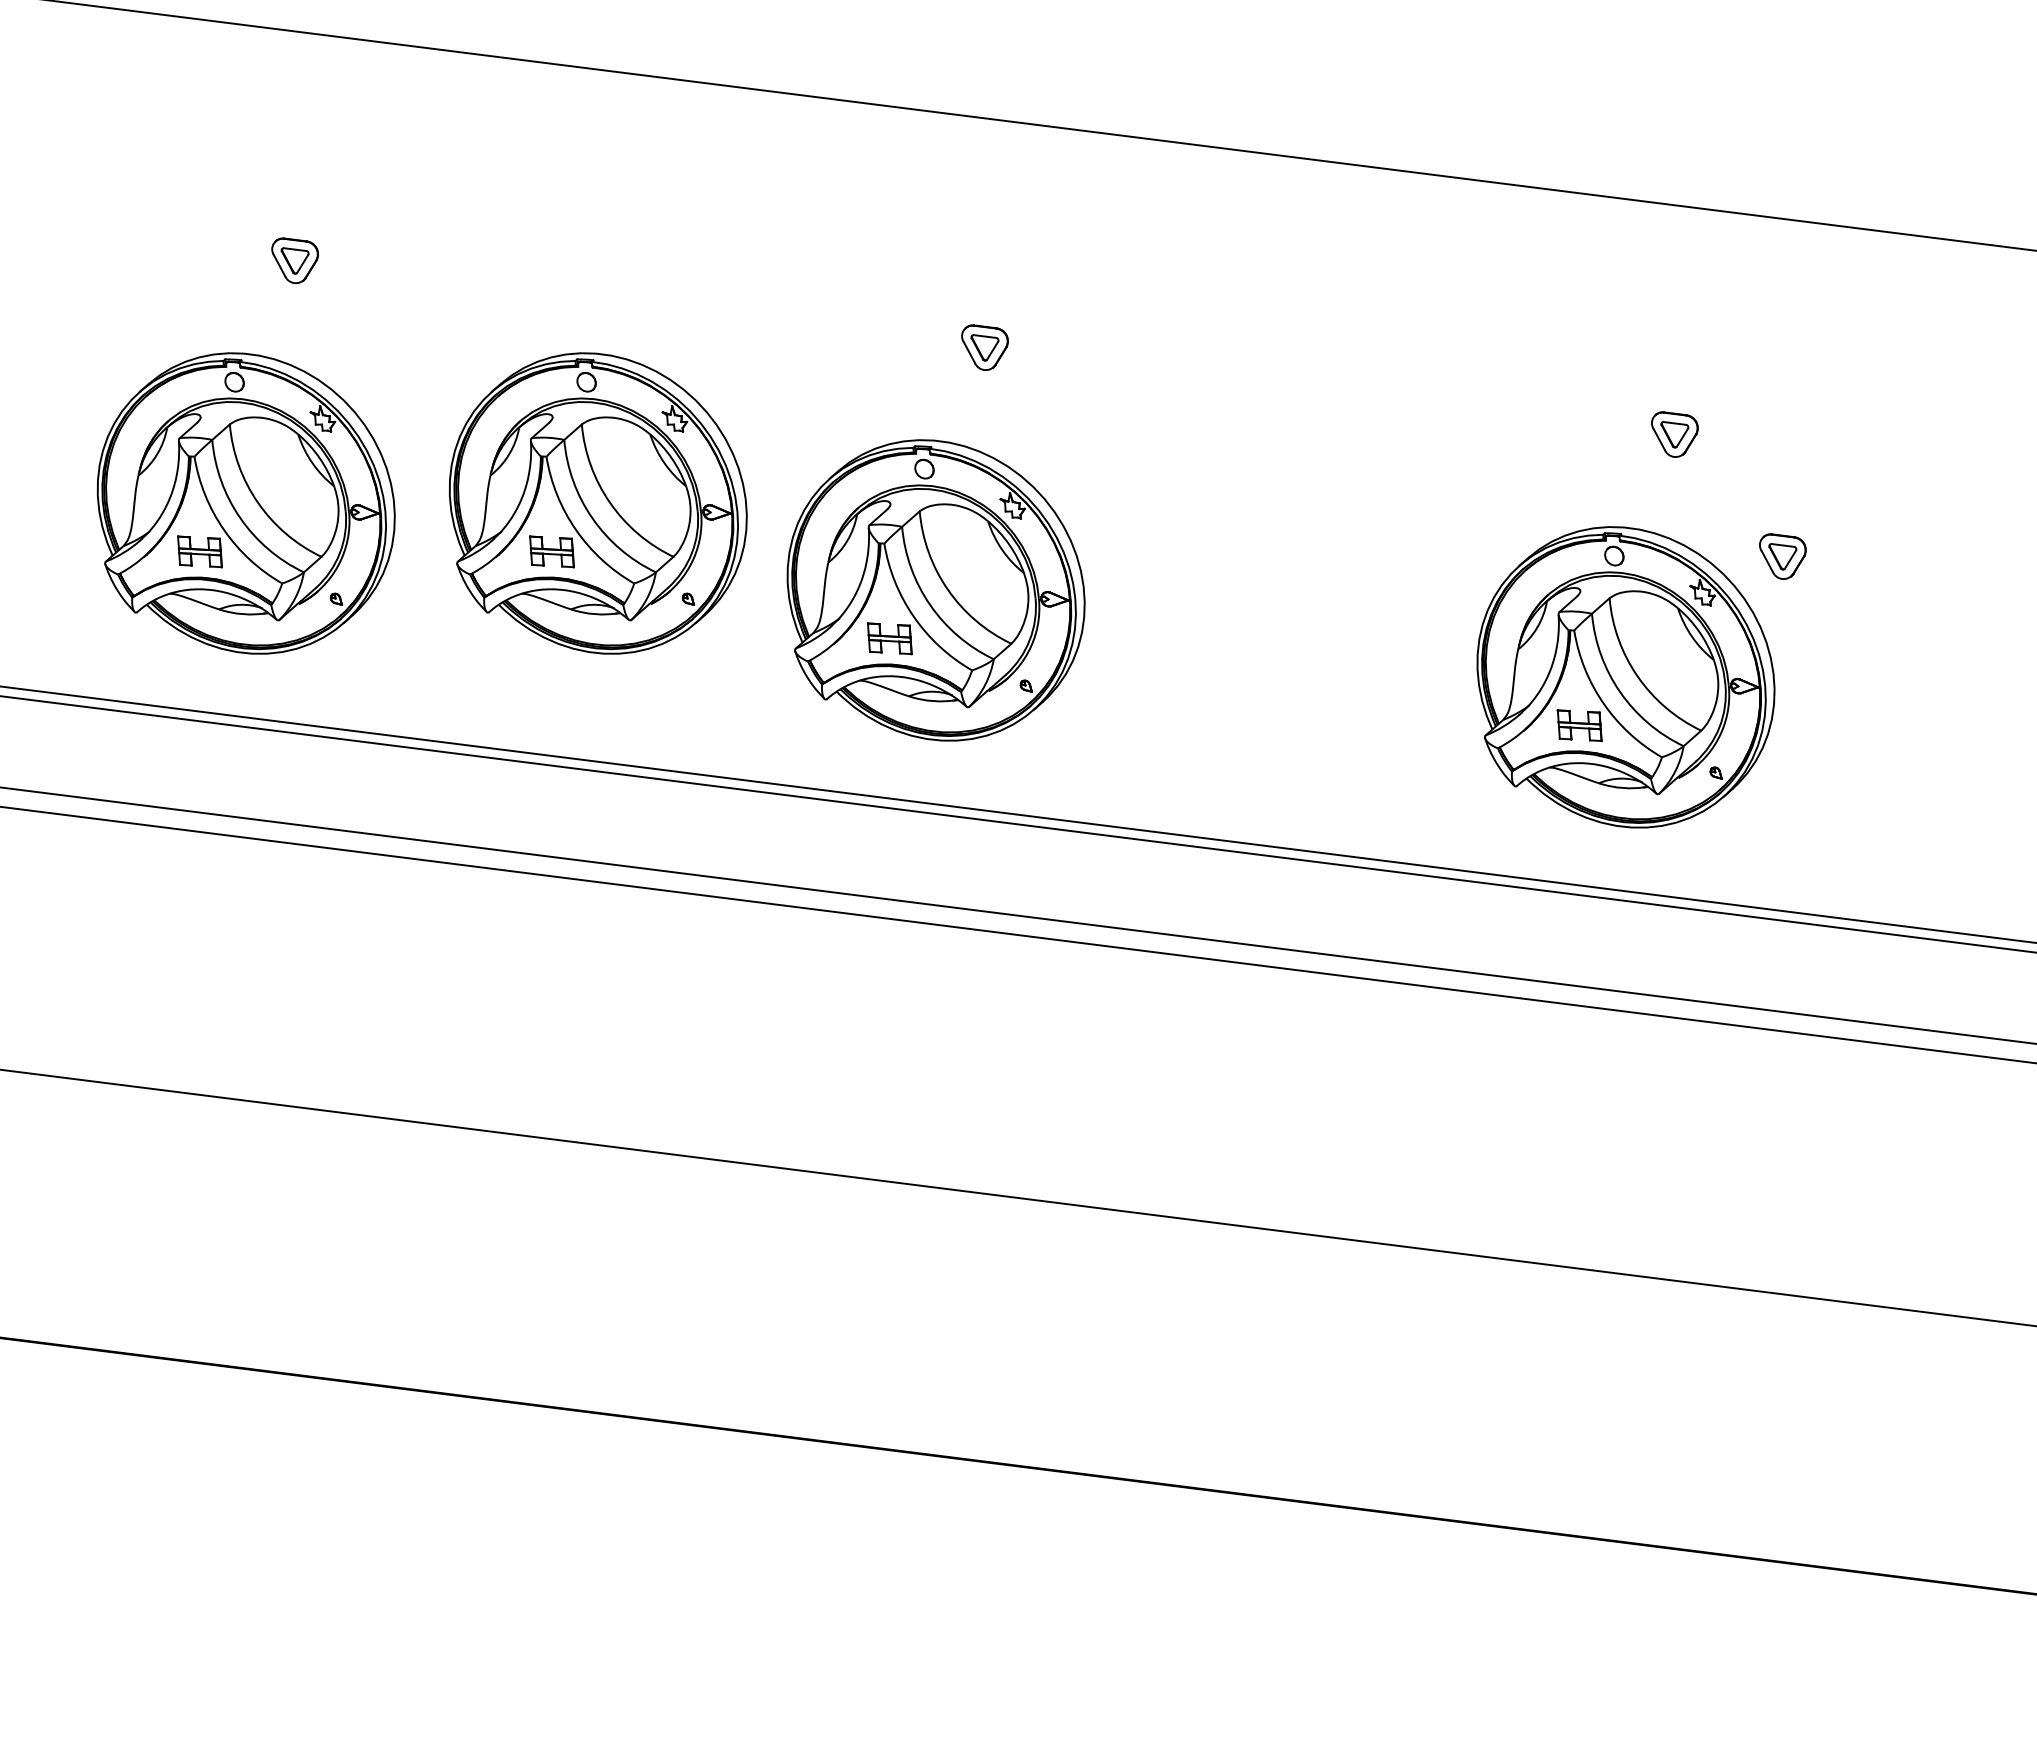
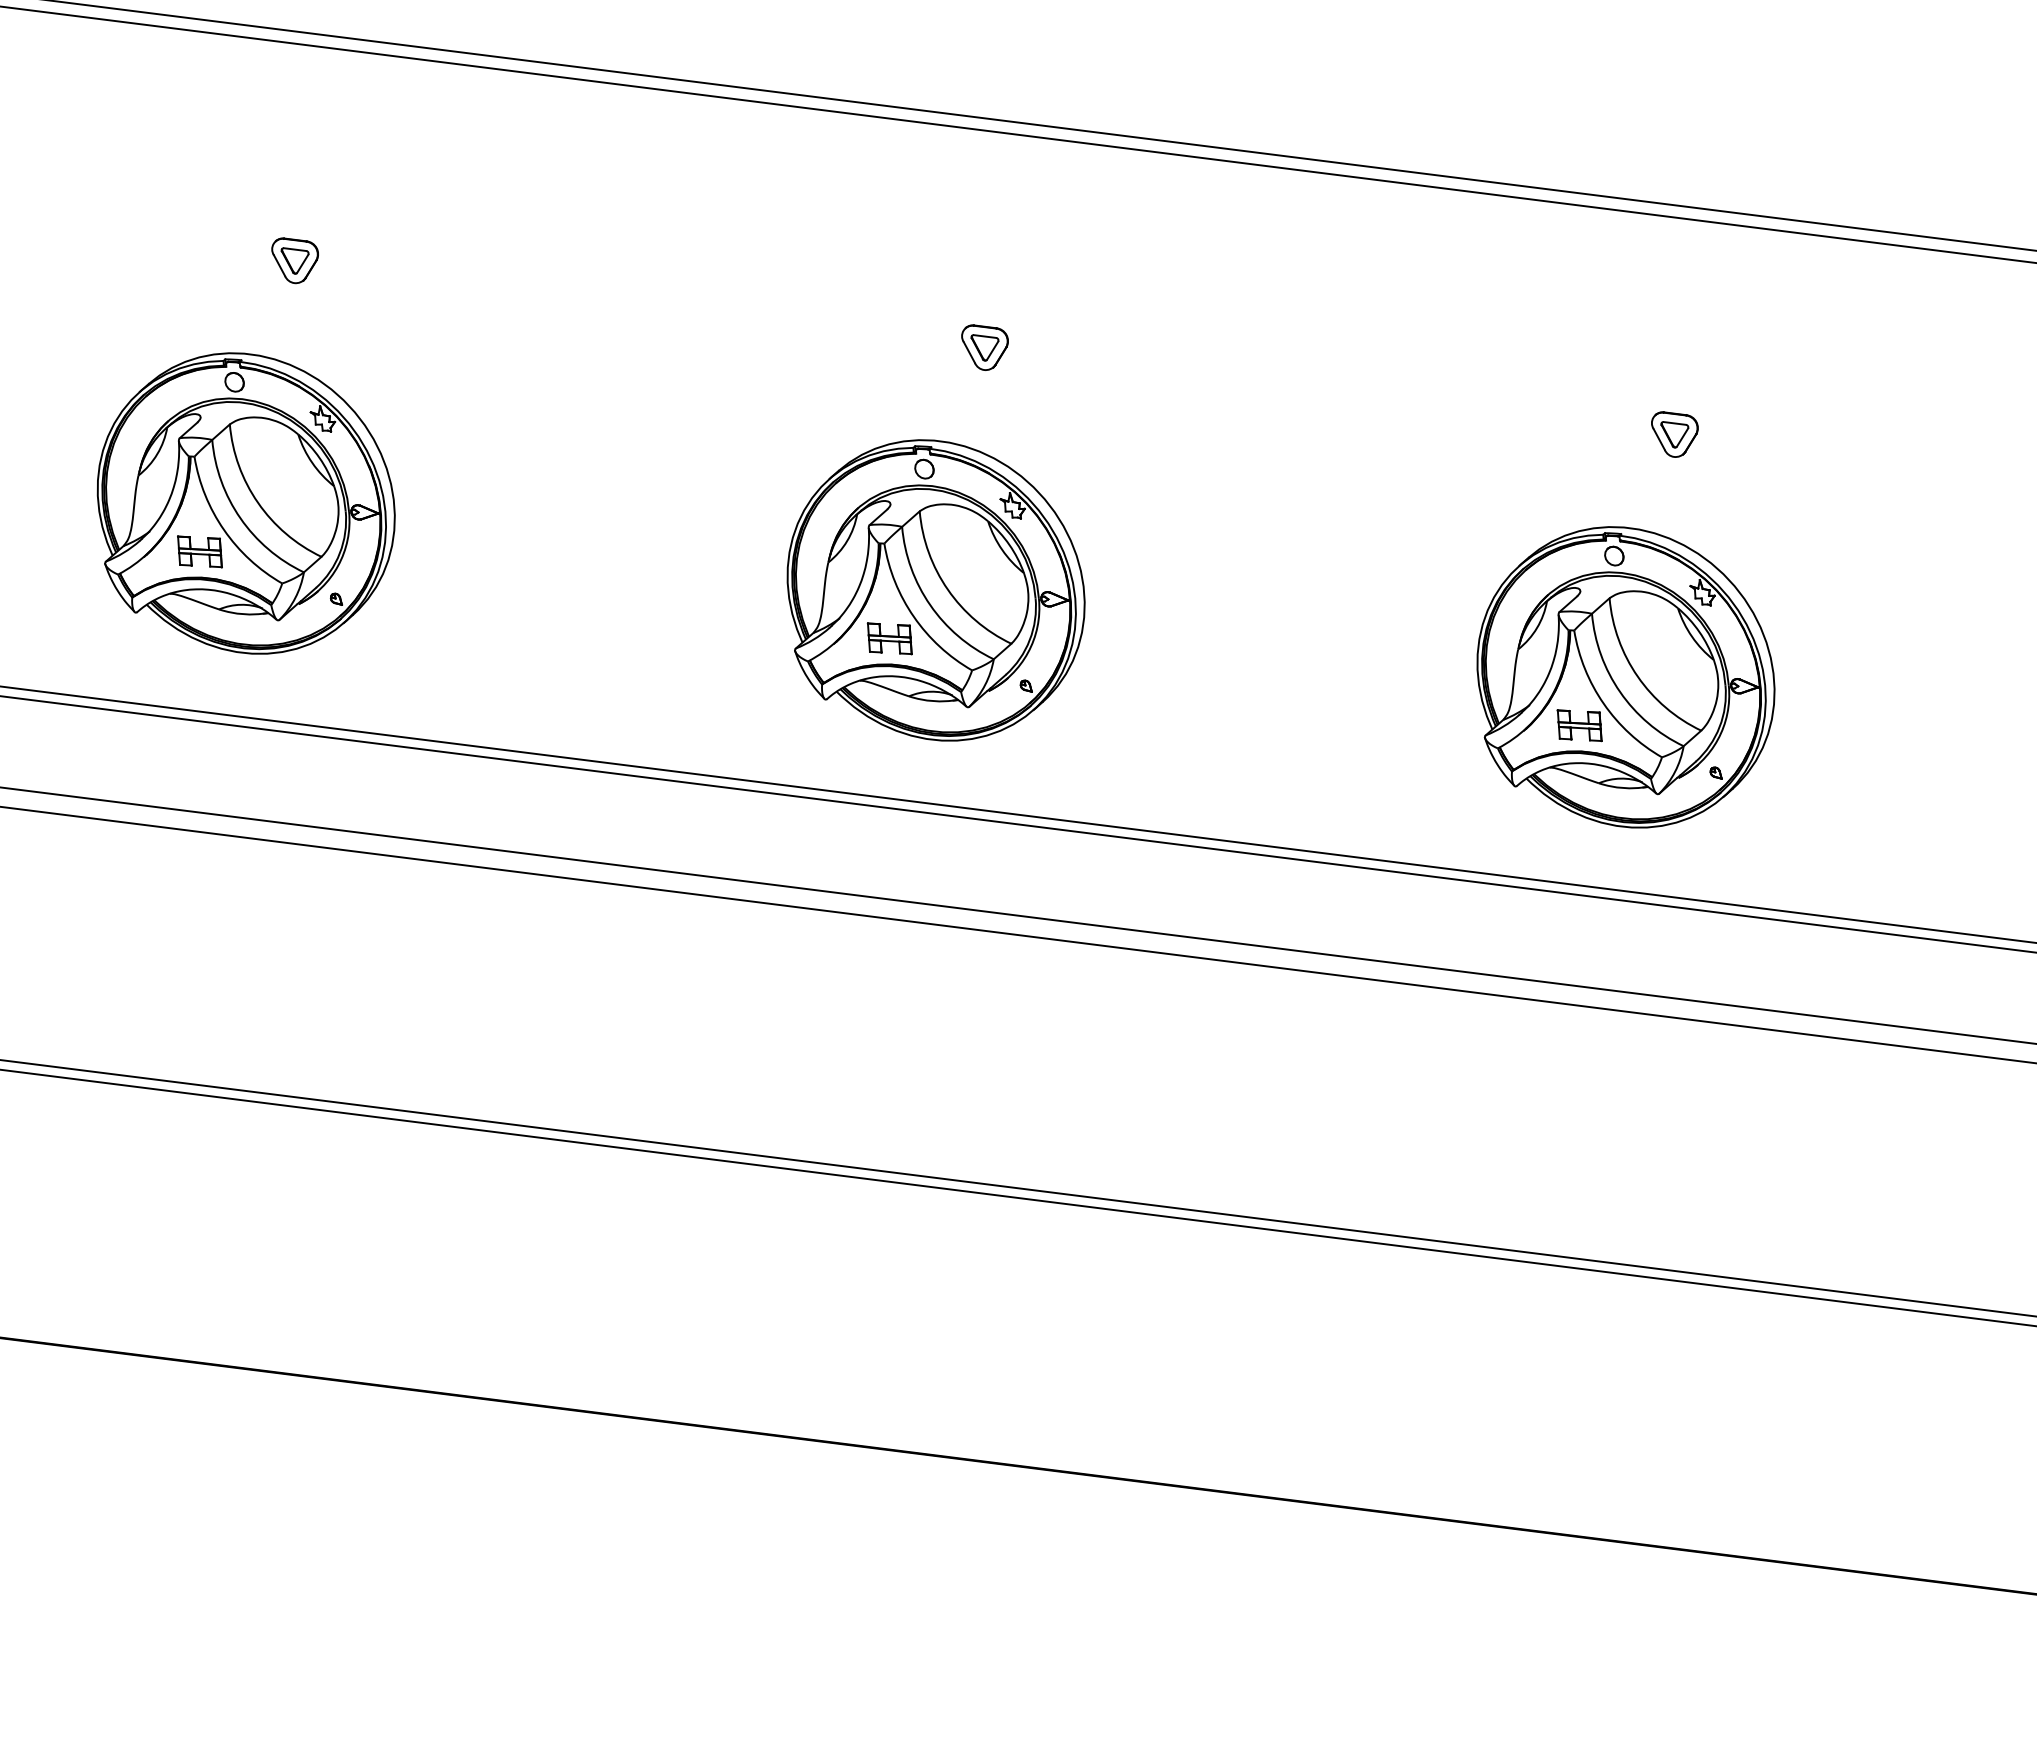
line at (1017, 134): none -> present
part at (597, 503): present -> none
part at (1782, 556): present -> none
line at (1017, 1188): none -> present
